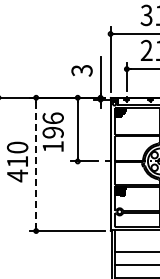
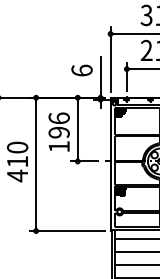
text at (81, 70): 3 -> 6
text at (52, 131) position: (52, 131) -> (58, 131)
line at (36, 164): dashed -> solid
line at (135, 239): none -> present
